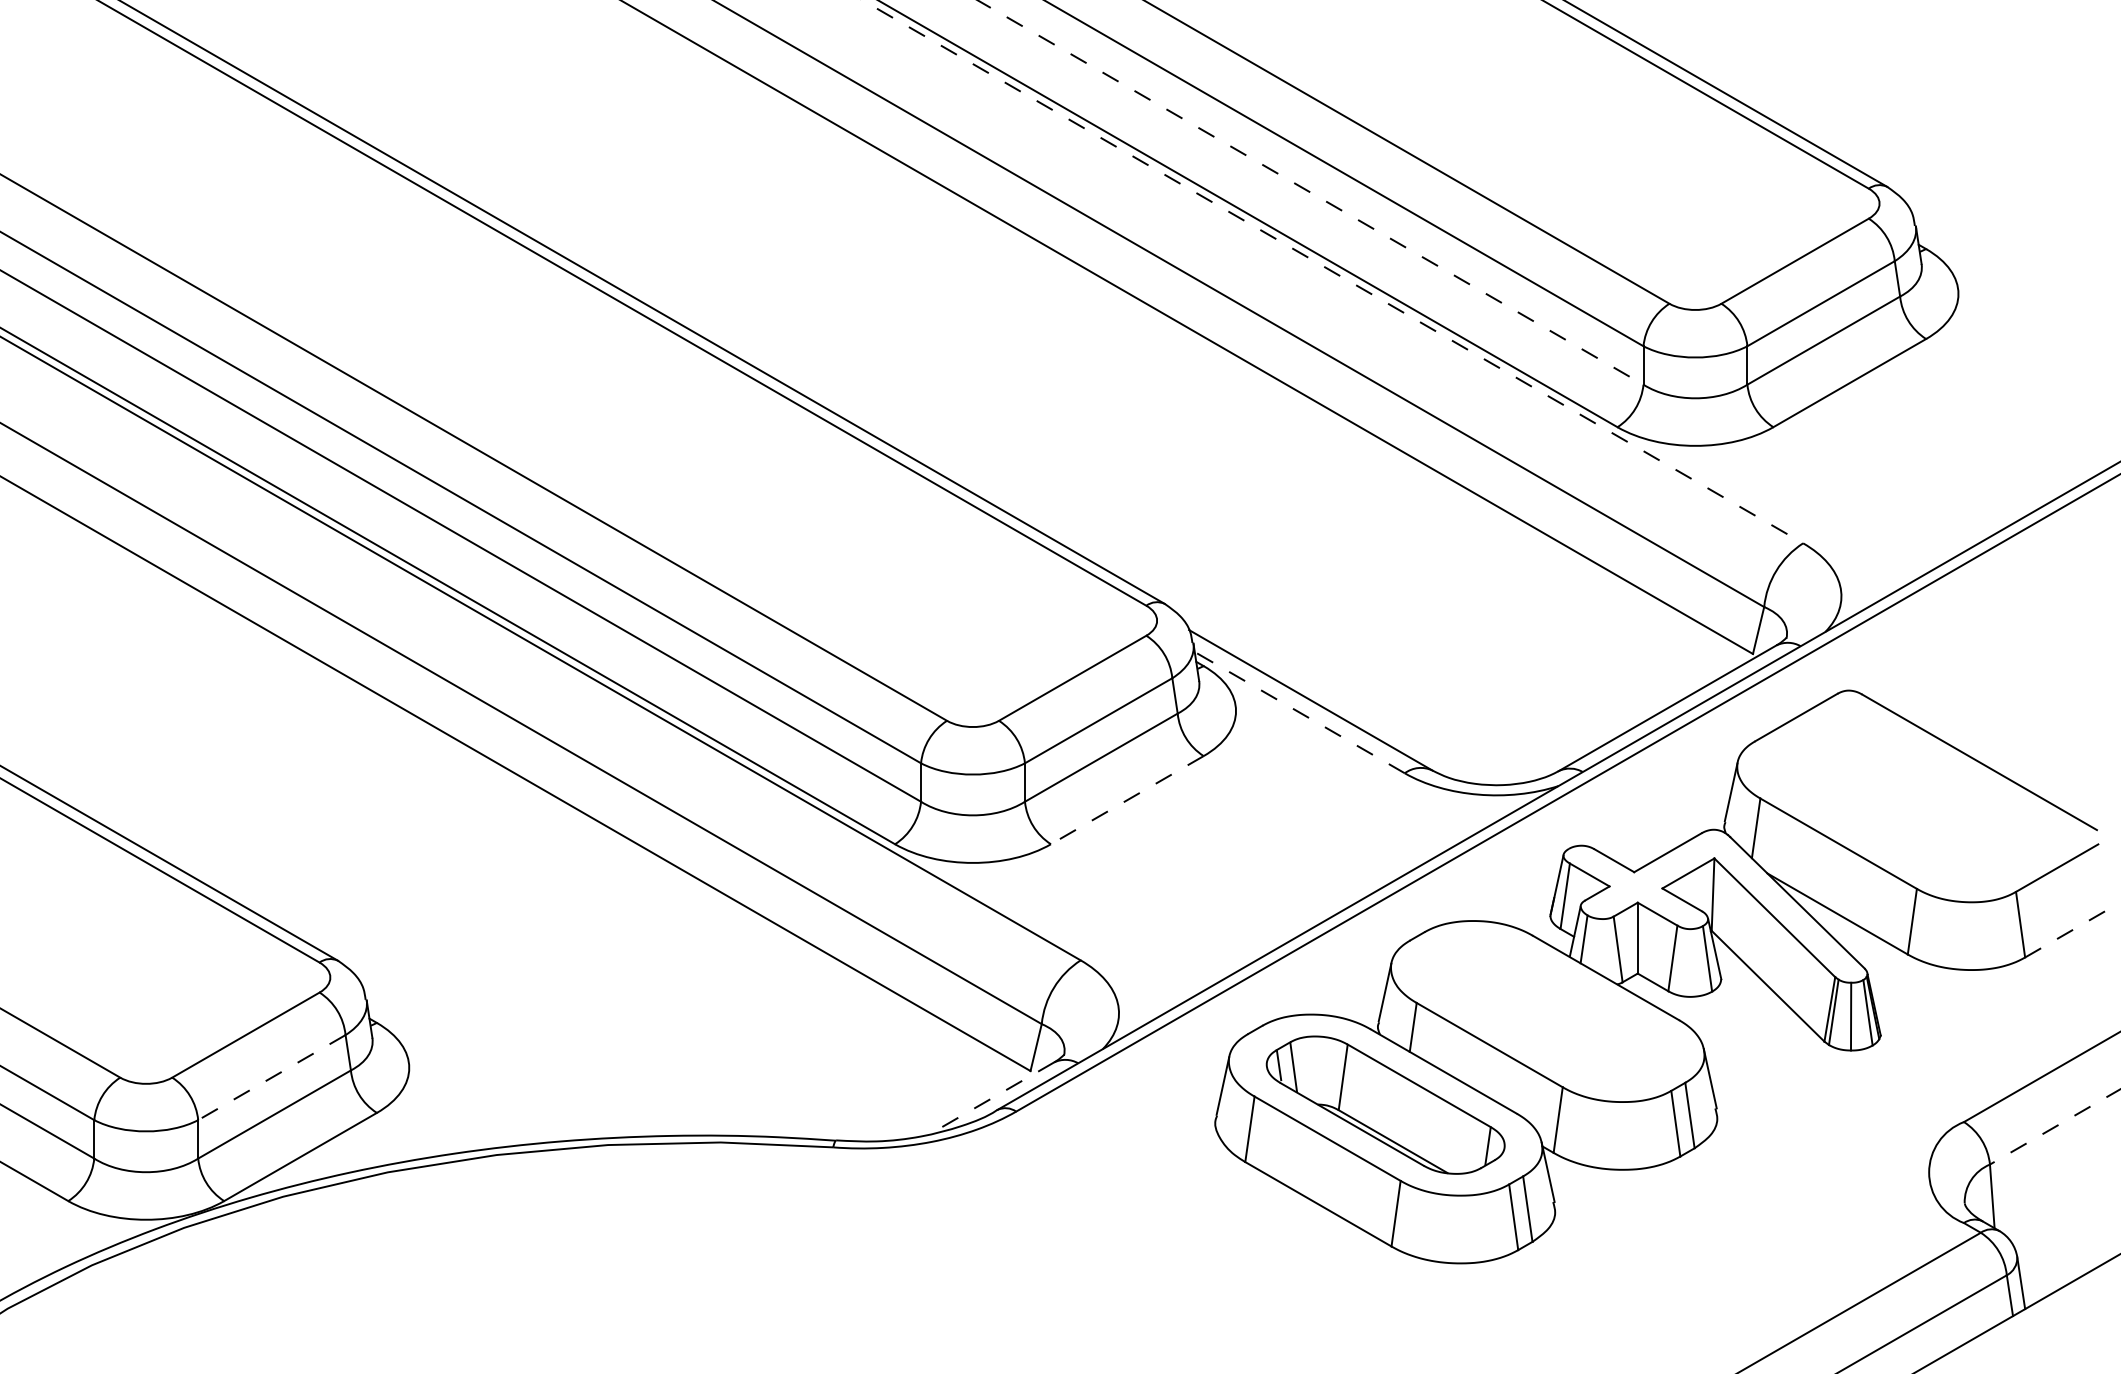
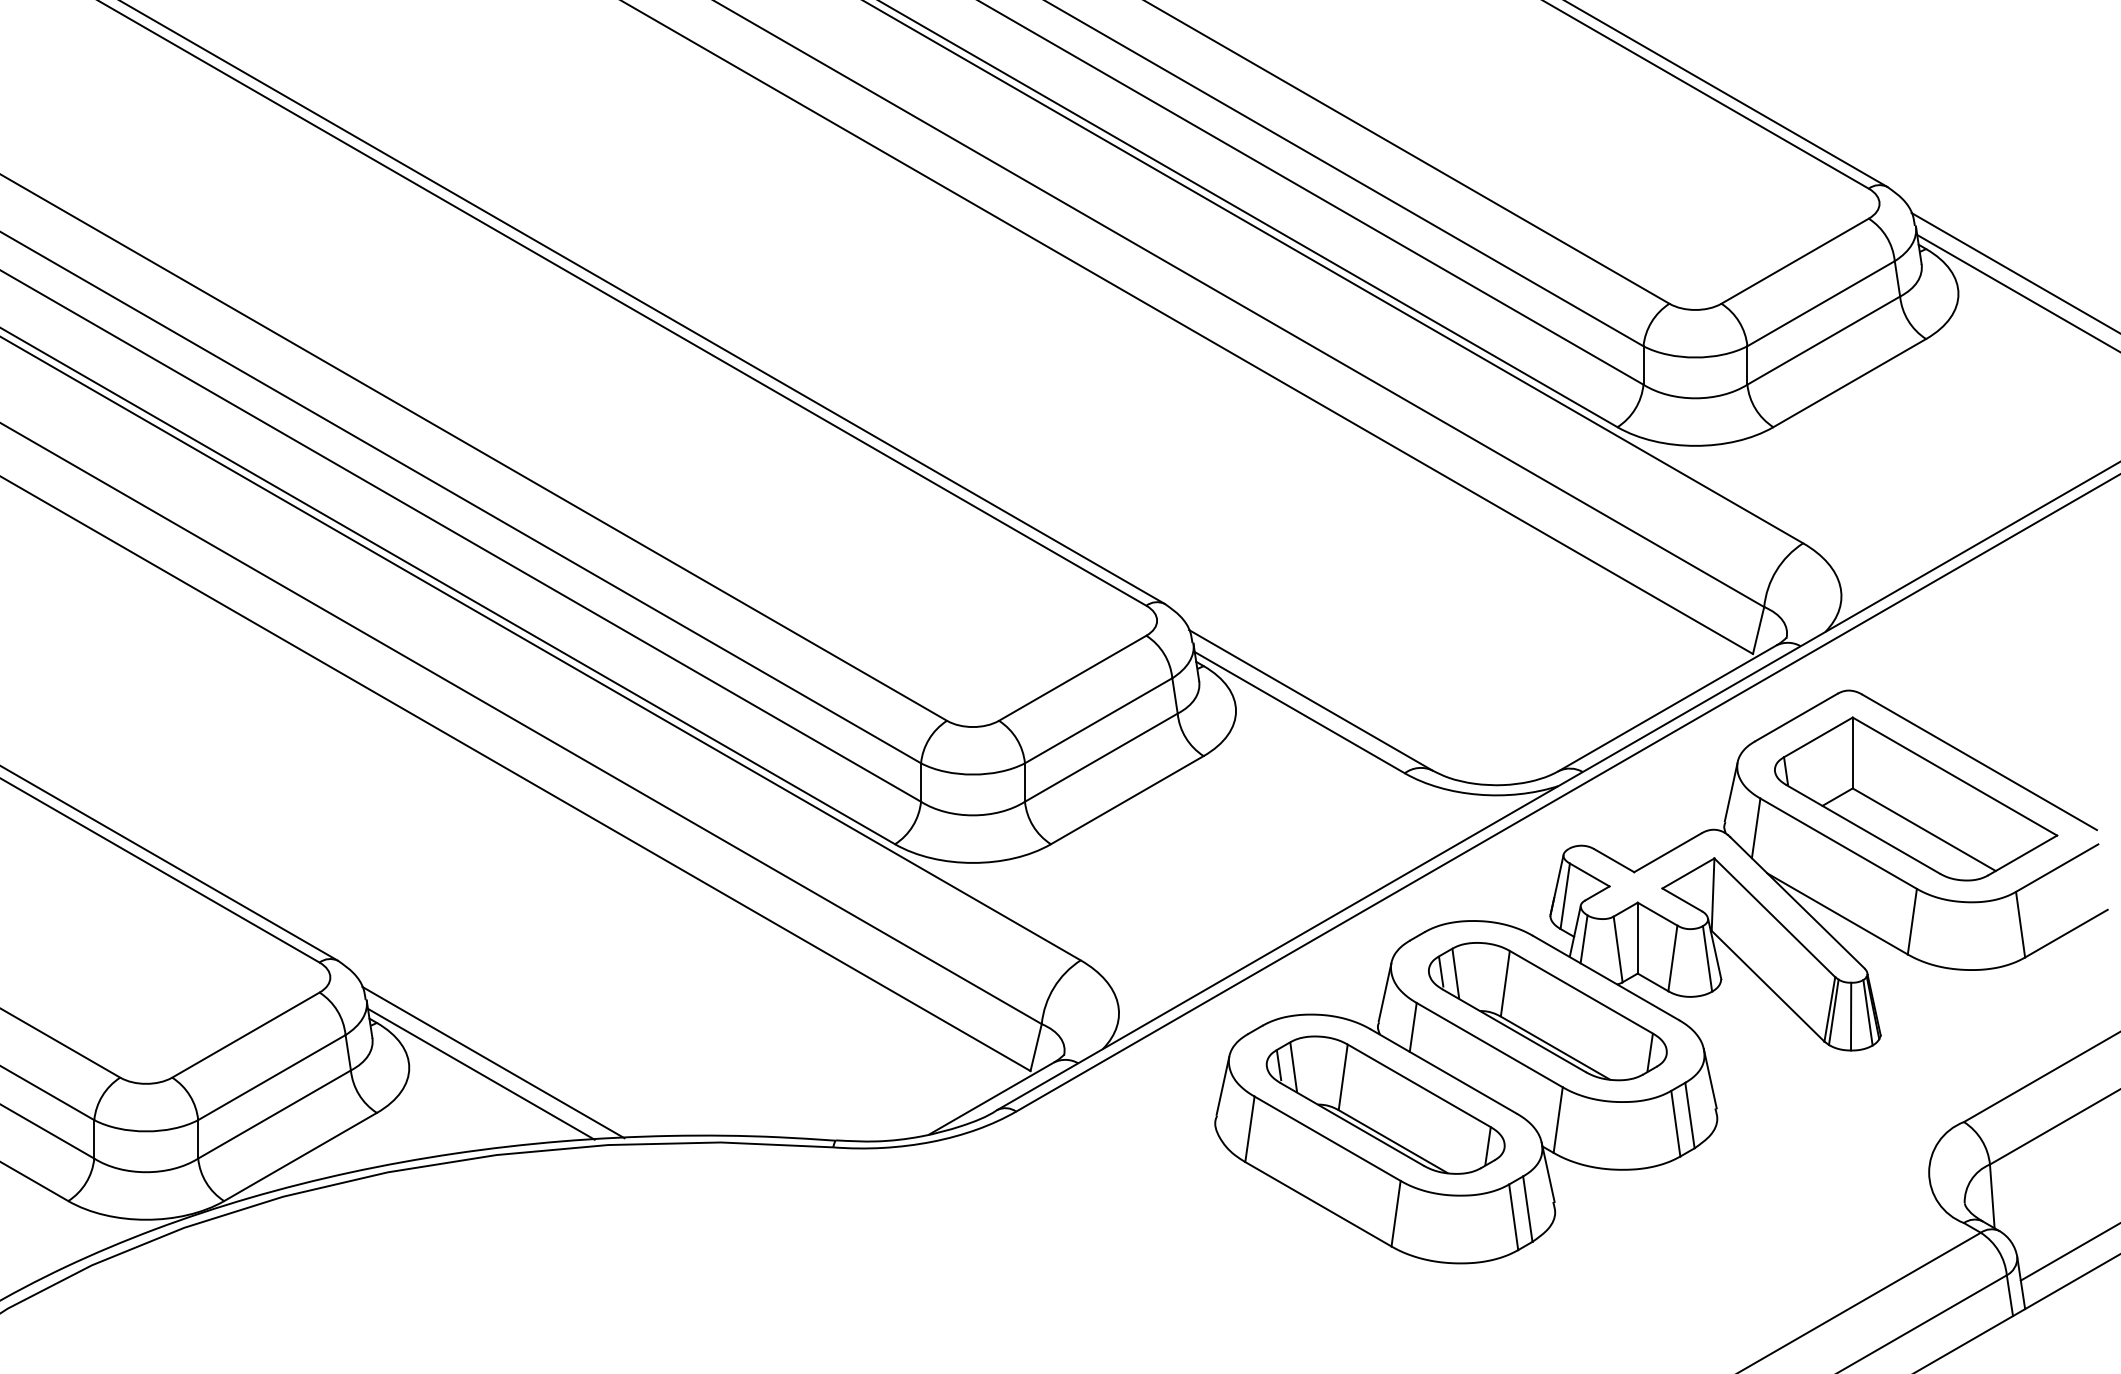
line at (1311, 192): dashed -> solid
line at (1332, 271): dashed -> solid
line at (2014, 271): none -> present
line at (2017, 292): none -> present
line at (1299, 712): dashed -> solid
part at (1916, 798): none -> present
line at (1126, 800): dashed -> solid
line at (2066, 933): dashed -> solid
part at (1547, 1011): none -> present
line at (493, 1062): none -> present
line at (481, 1073): none -> present
line at (271, 1077): dashed -> solid
line at (991, 1098): dashed -> solid
line at (2054, 1127): dashed -> solid
line at (2068, 1252): none -> present
